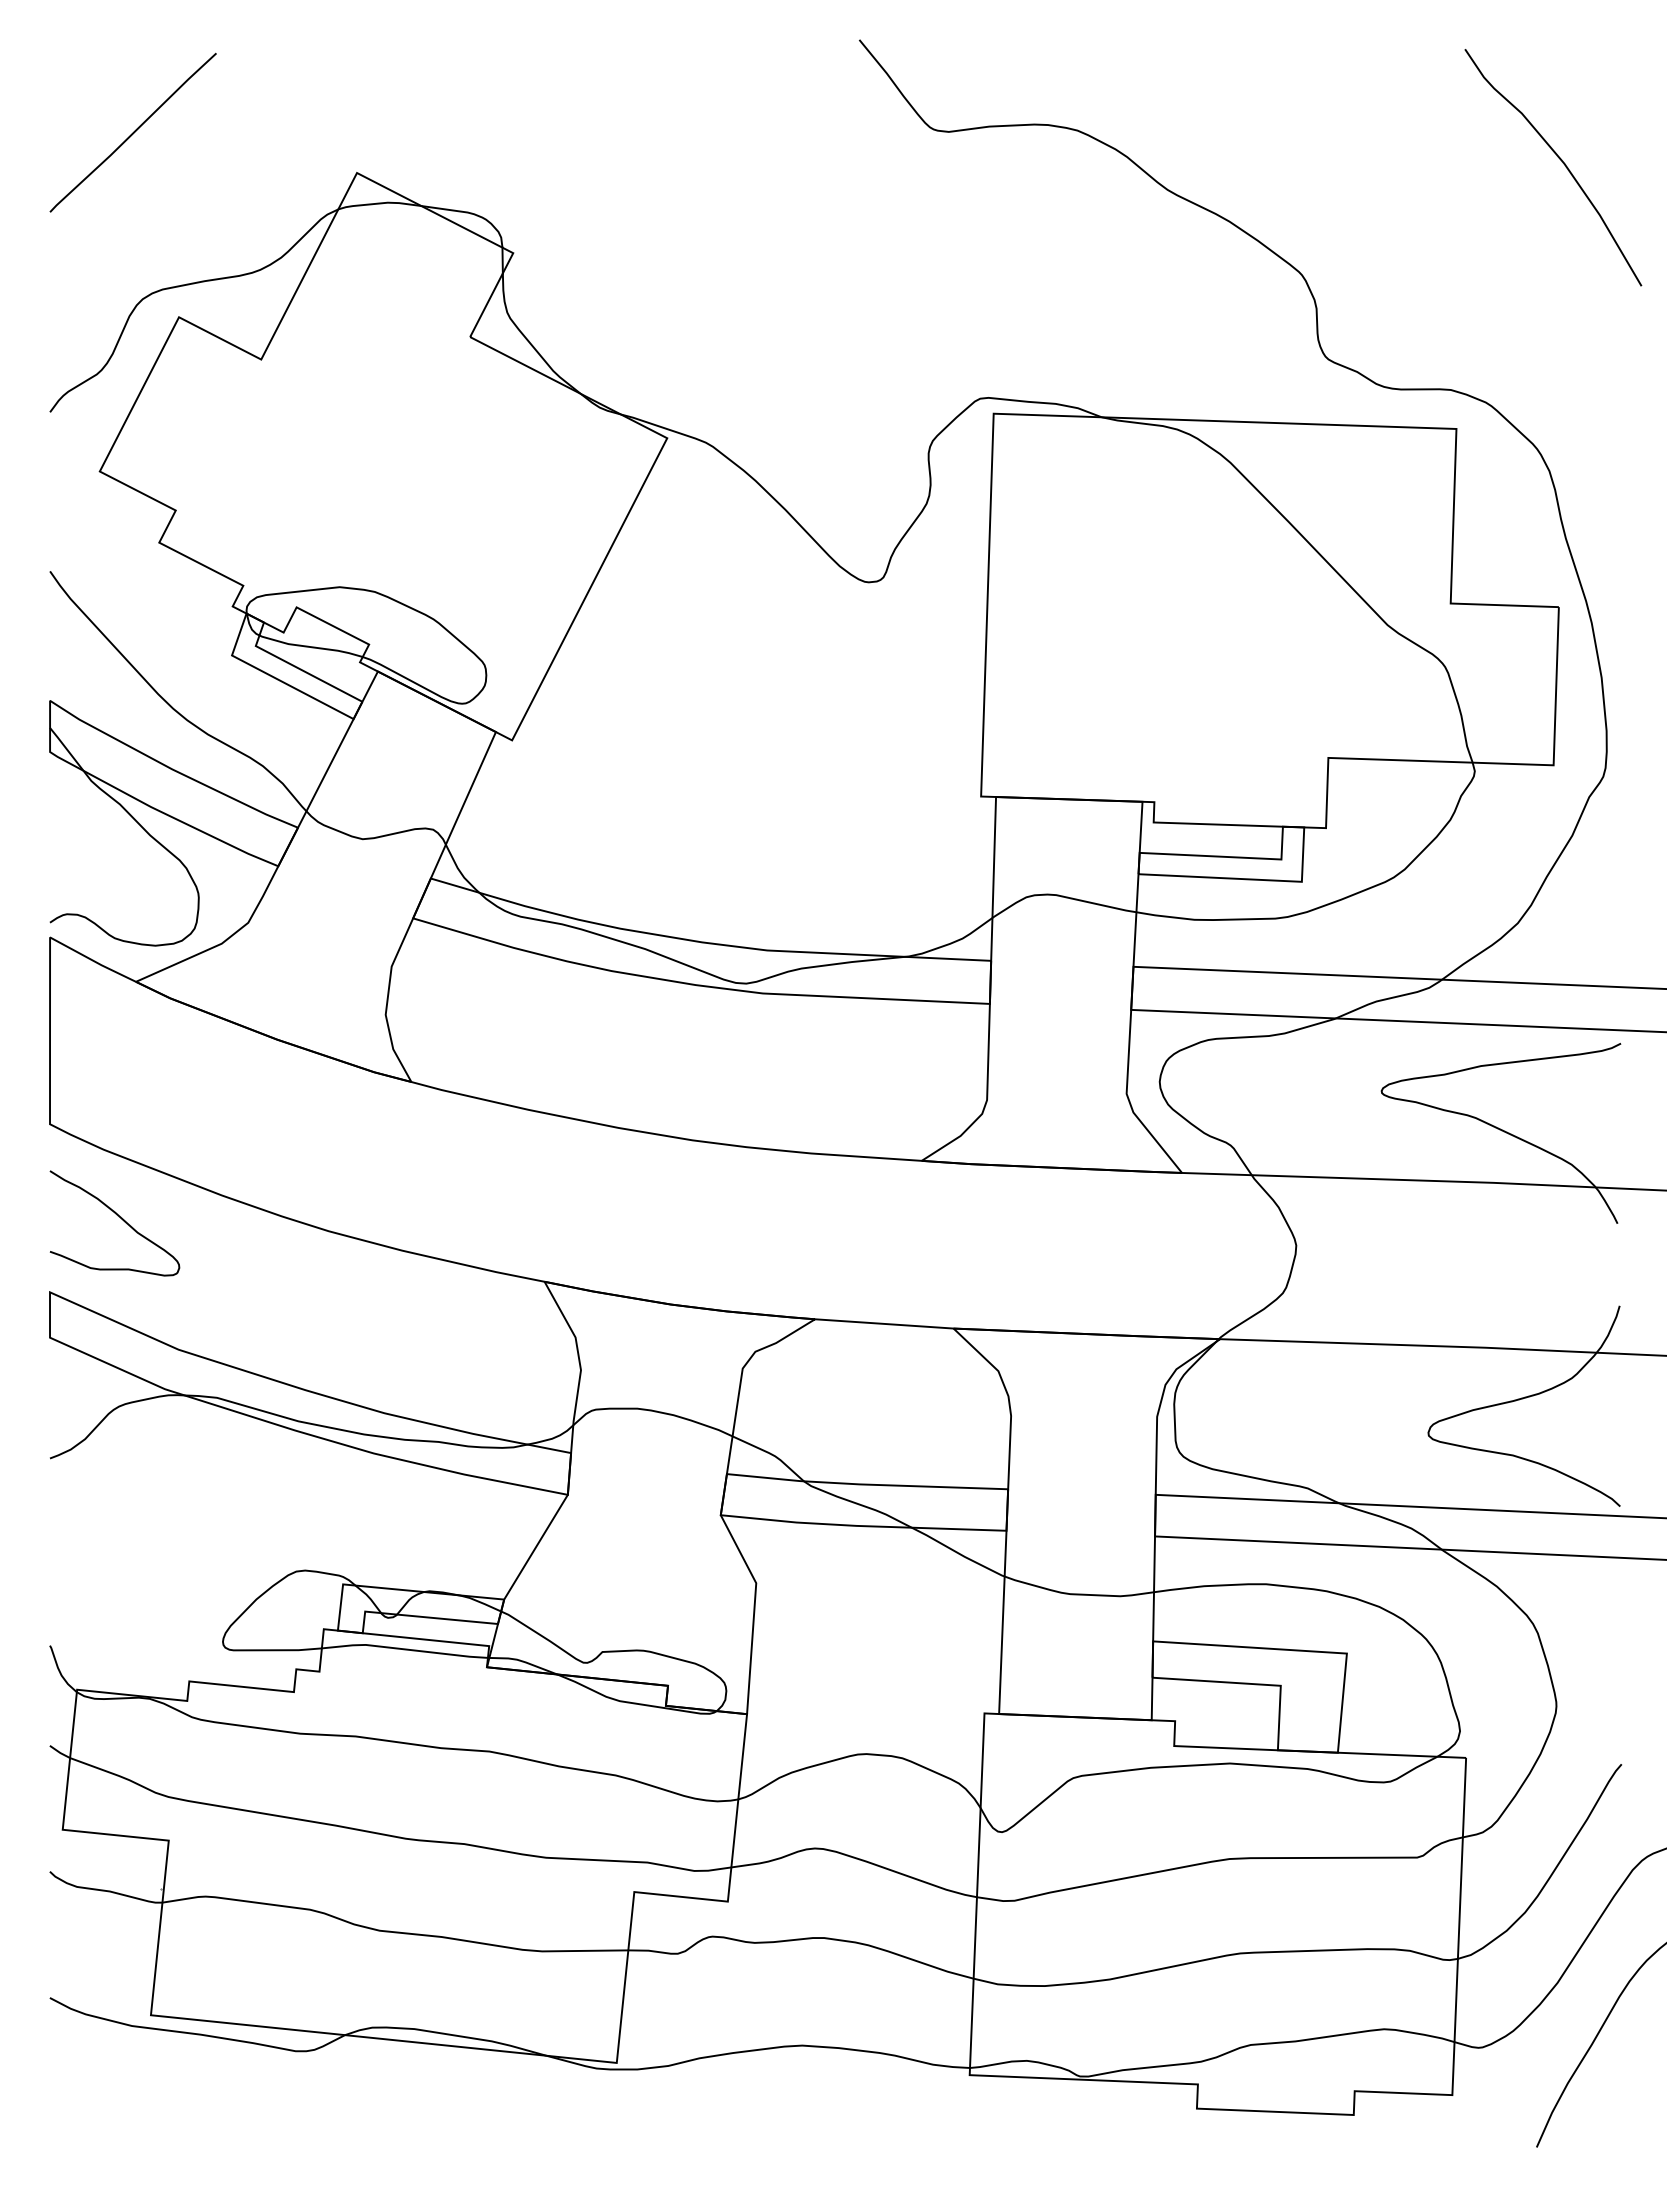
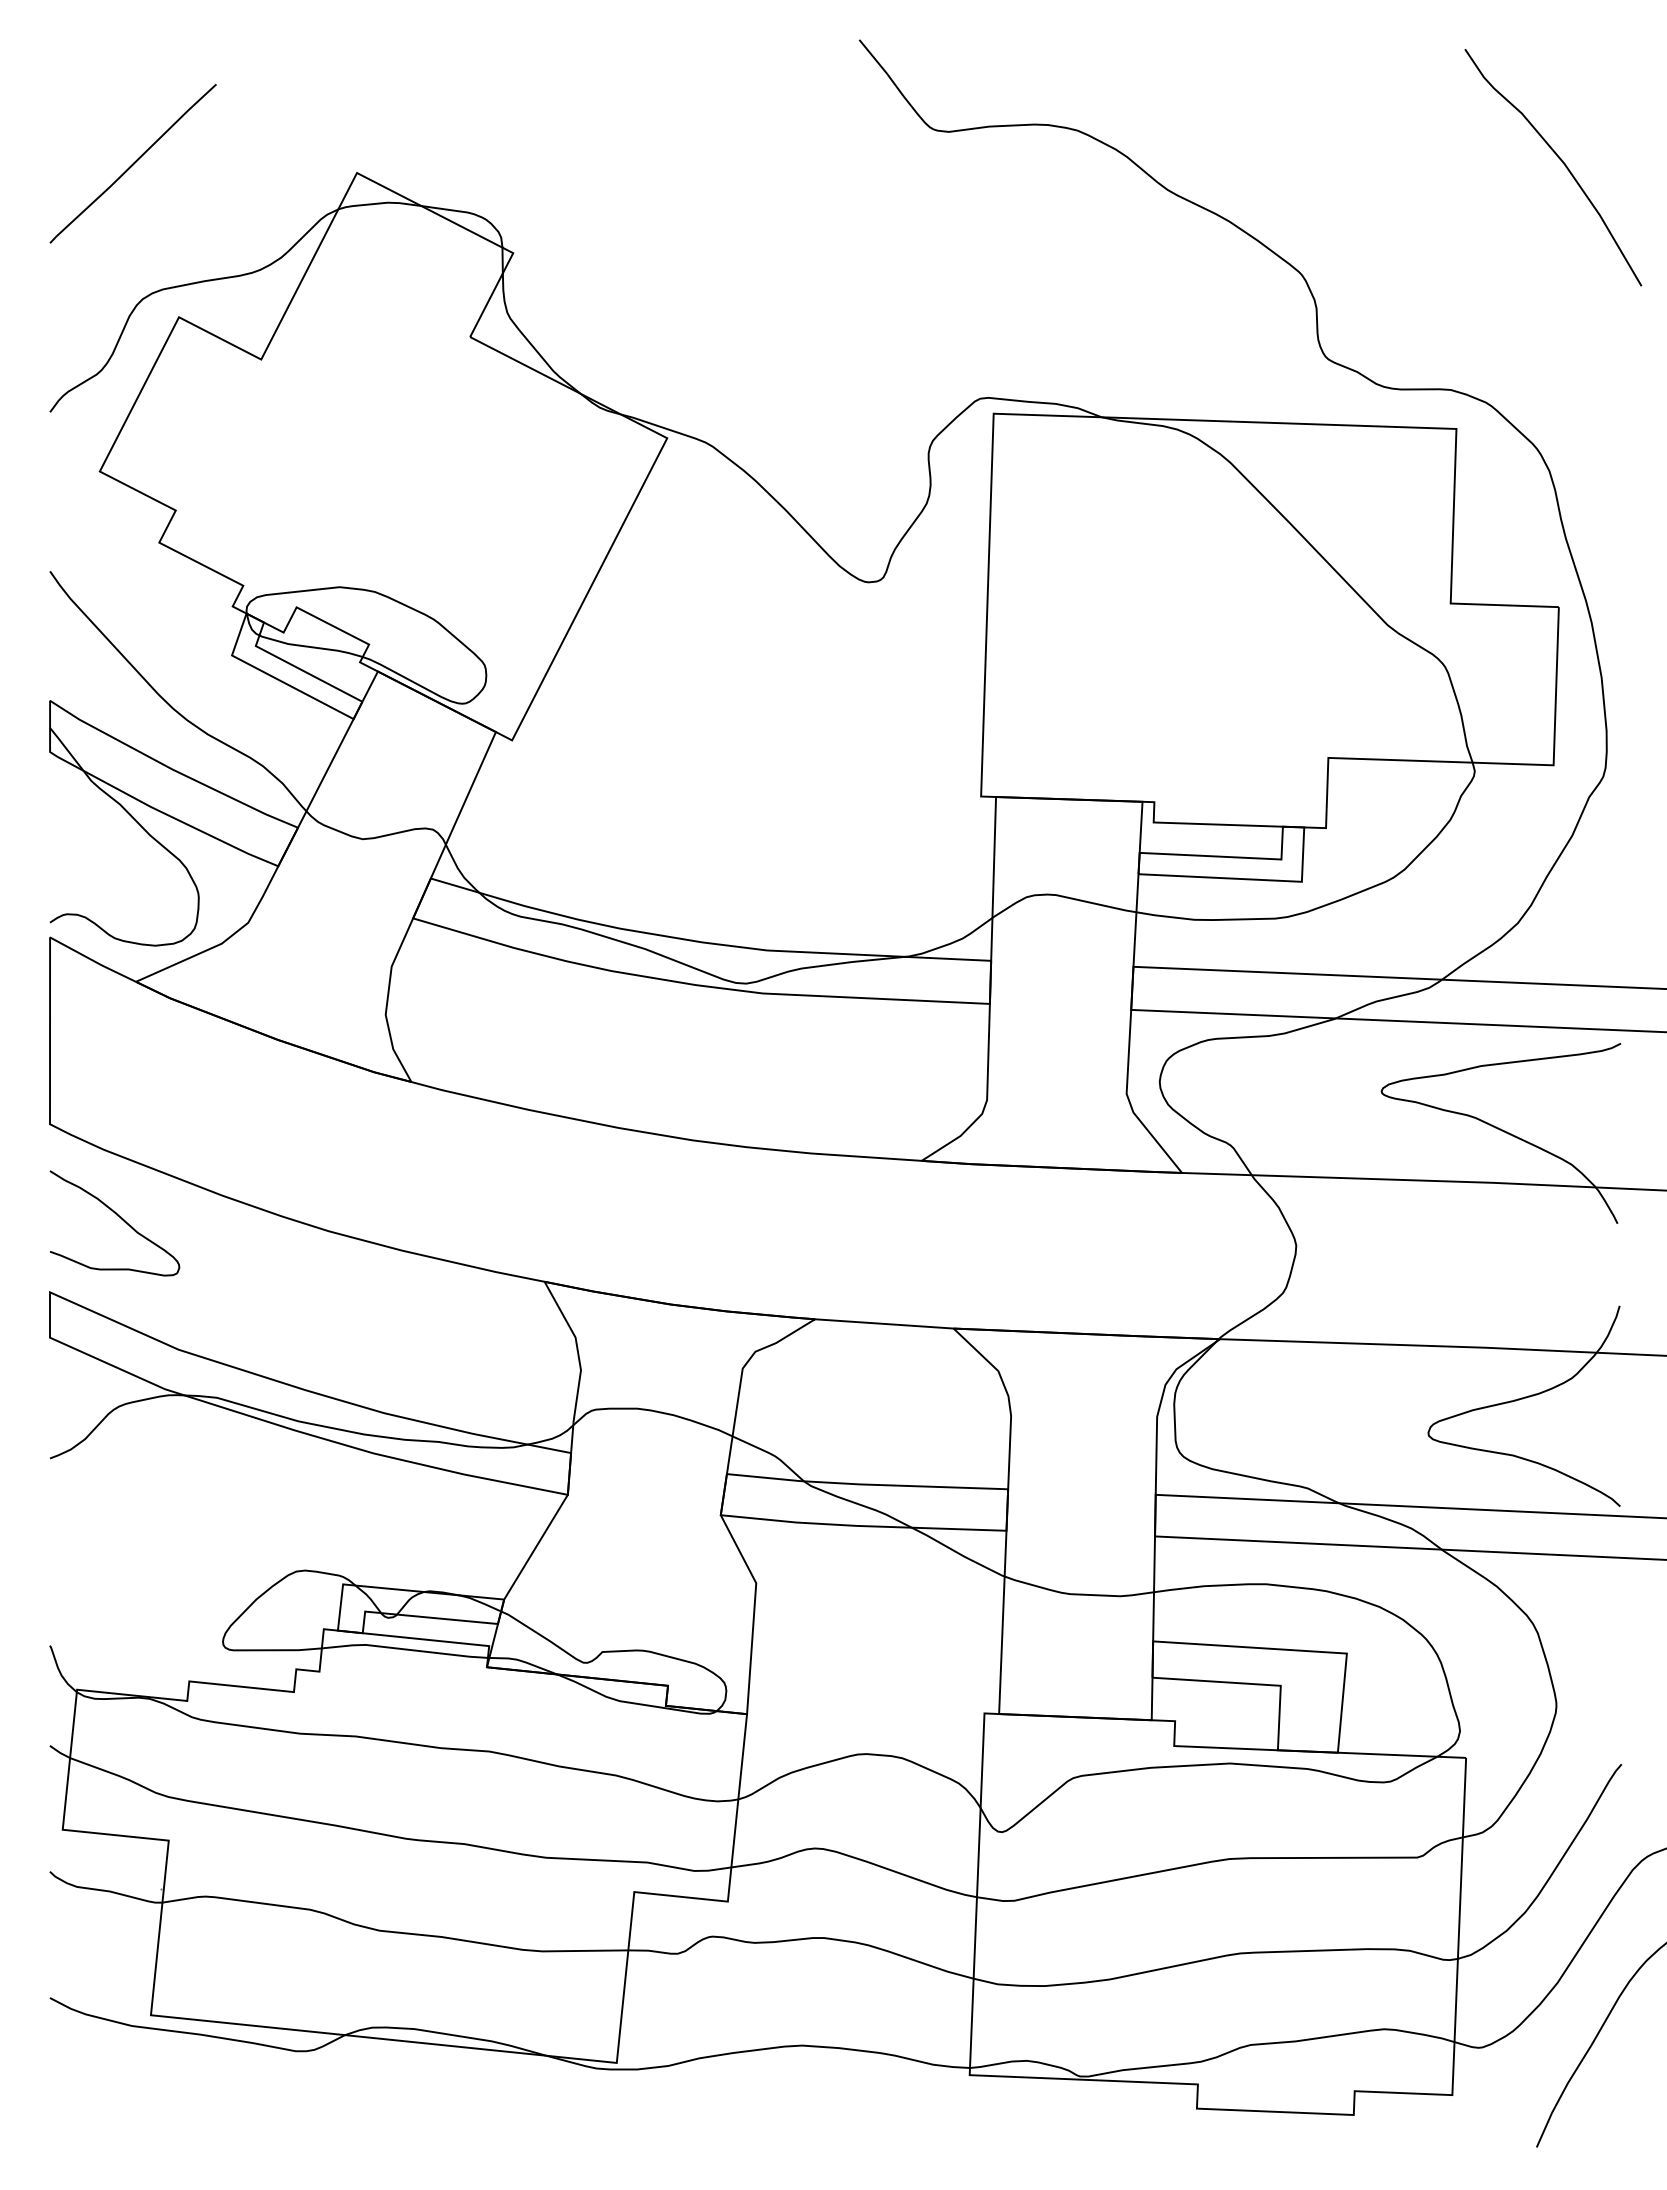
line at (132, 132) position: (132, 132) -> (132, 163)
